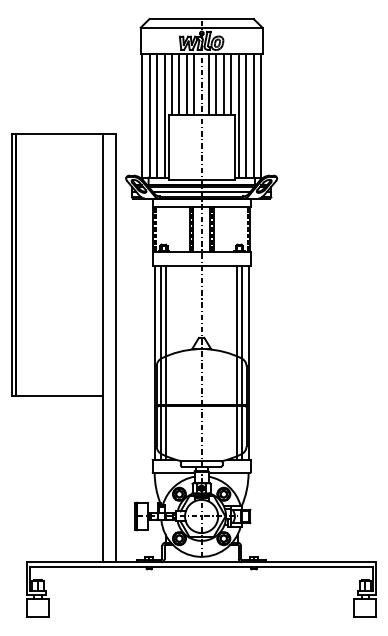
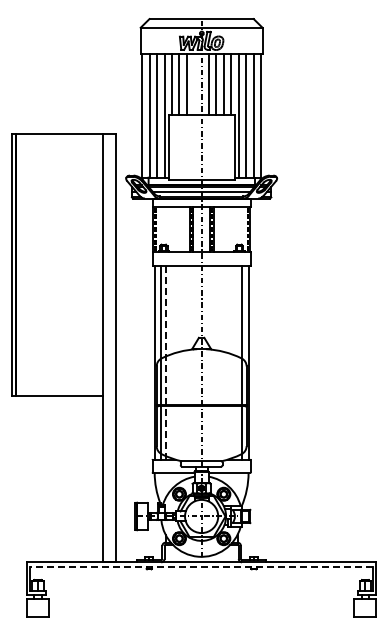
line at (194, 83): present -> none
line at (166, 362): solid -> dashed
line at (236, 362): present -> none
line at (201, 566): solid -> dashed
